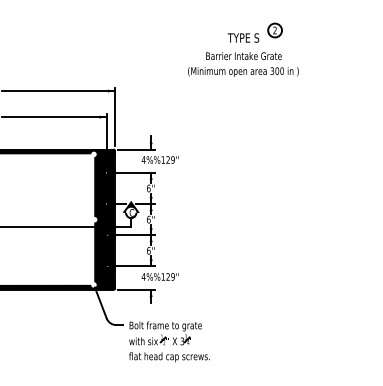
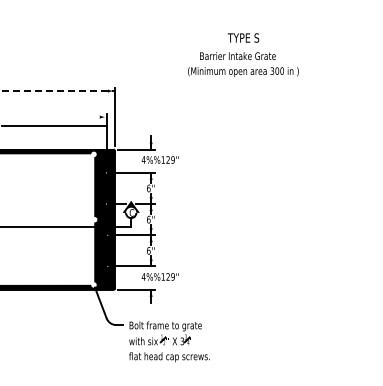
part at (274, 30): present -> none
text at (243, 55) position: (243, 55) -> (237, 55)
line at (59, 91): solid -> dashed
line at (54, 117) position: (54, 117) -> (54, 126)
